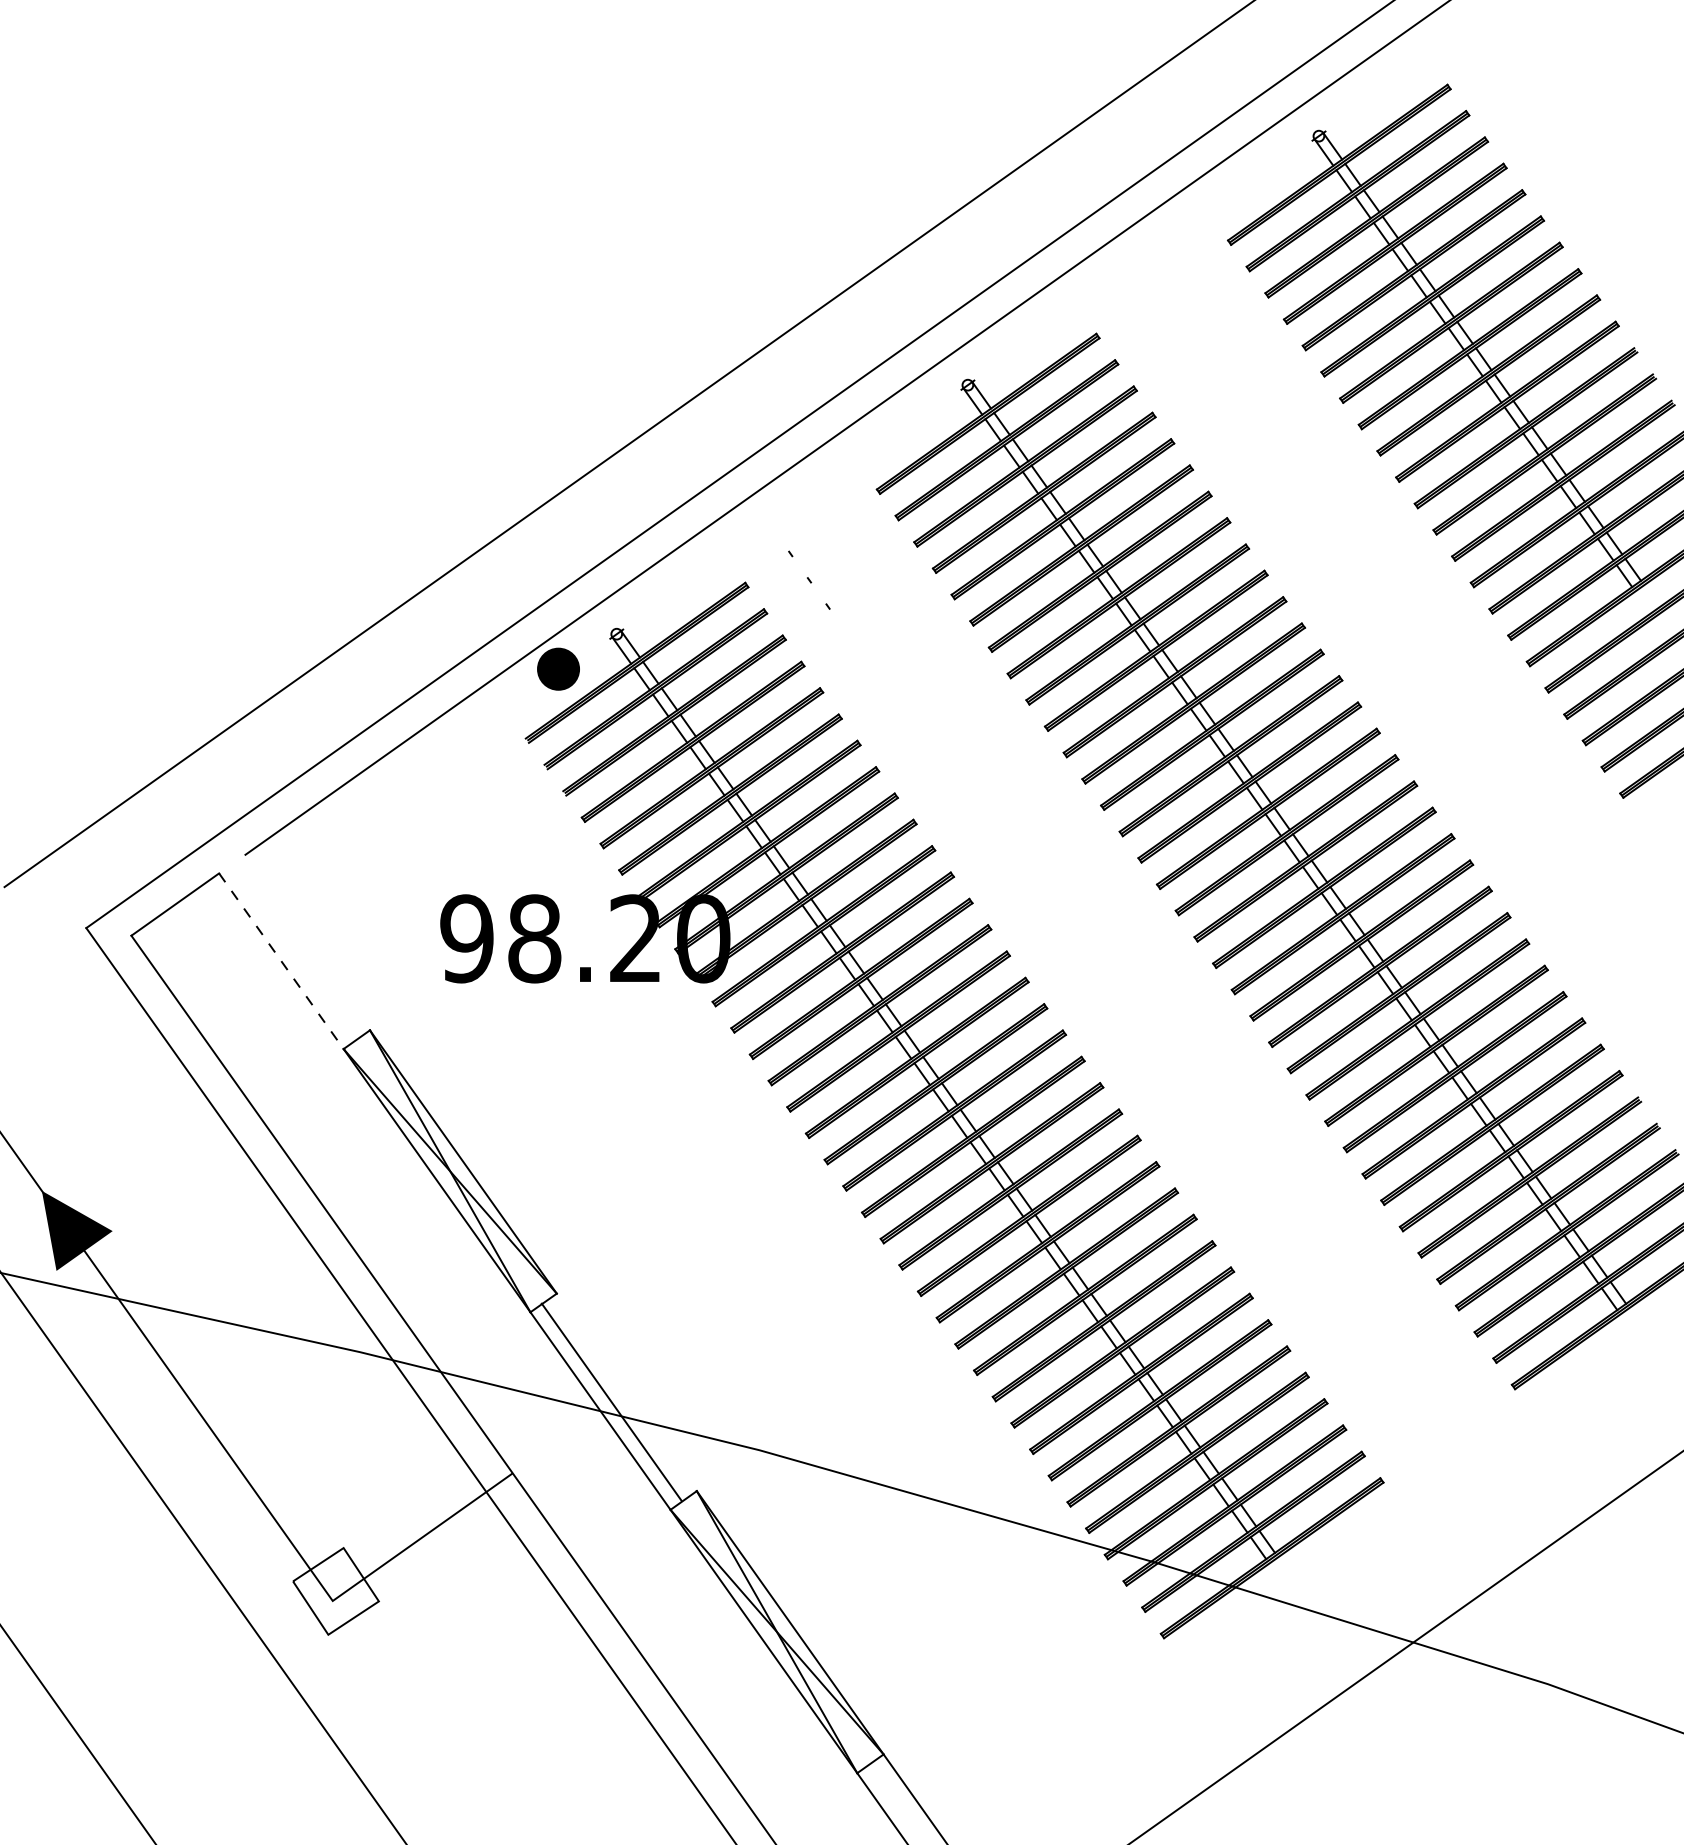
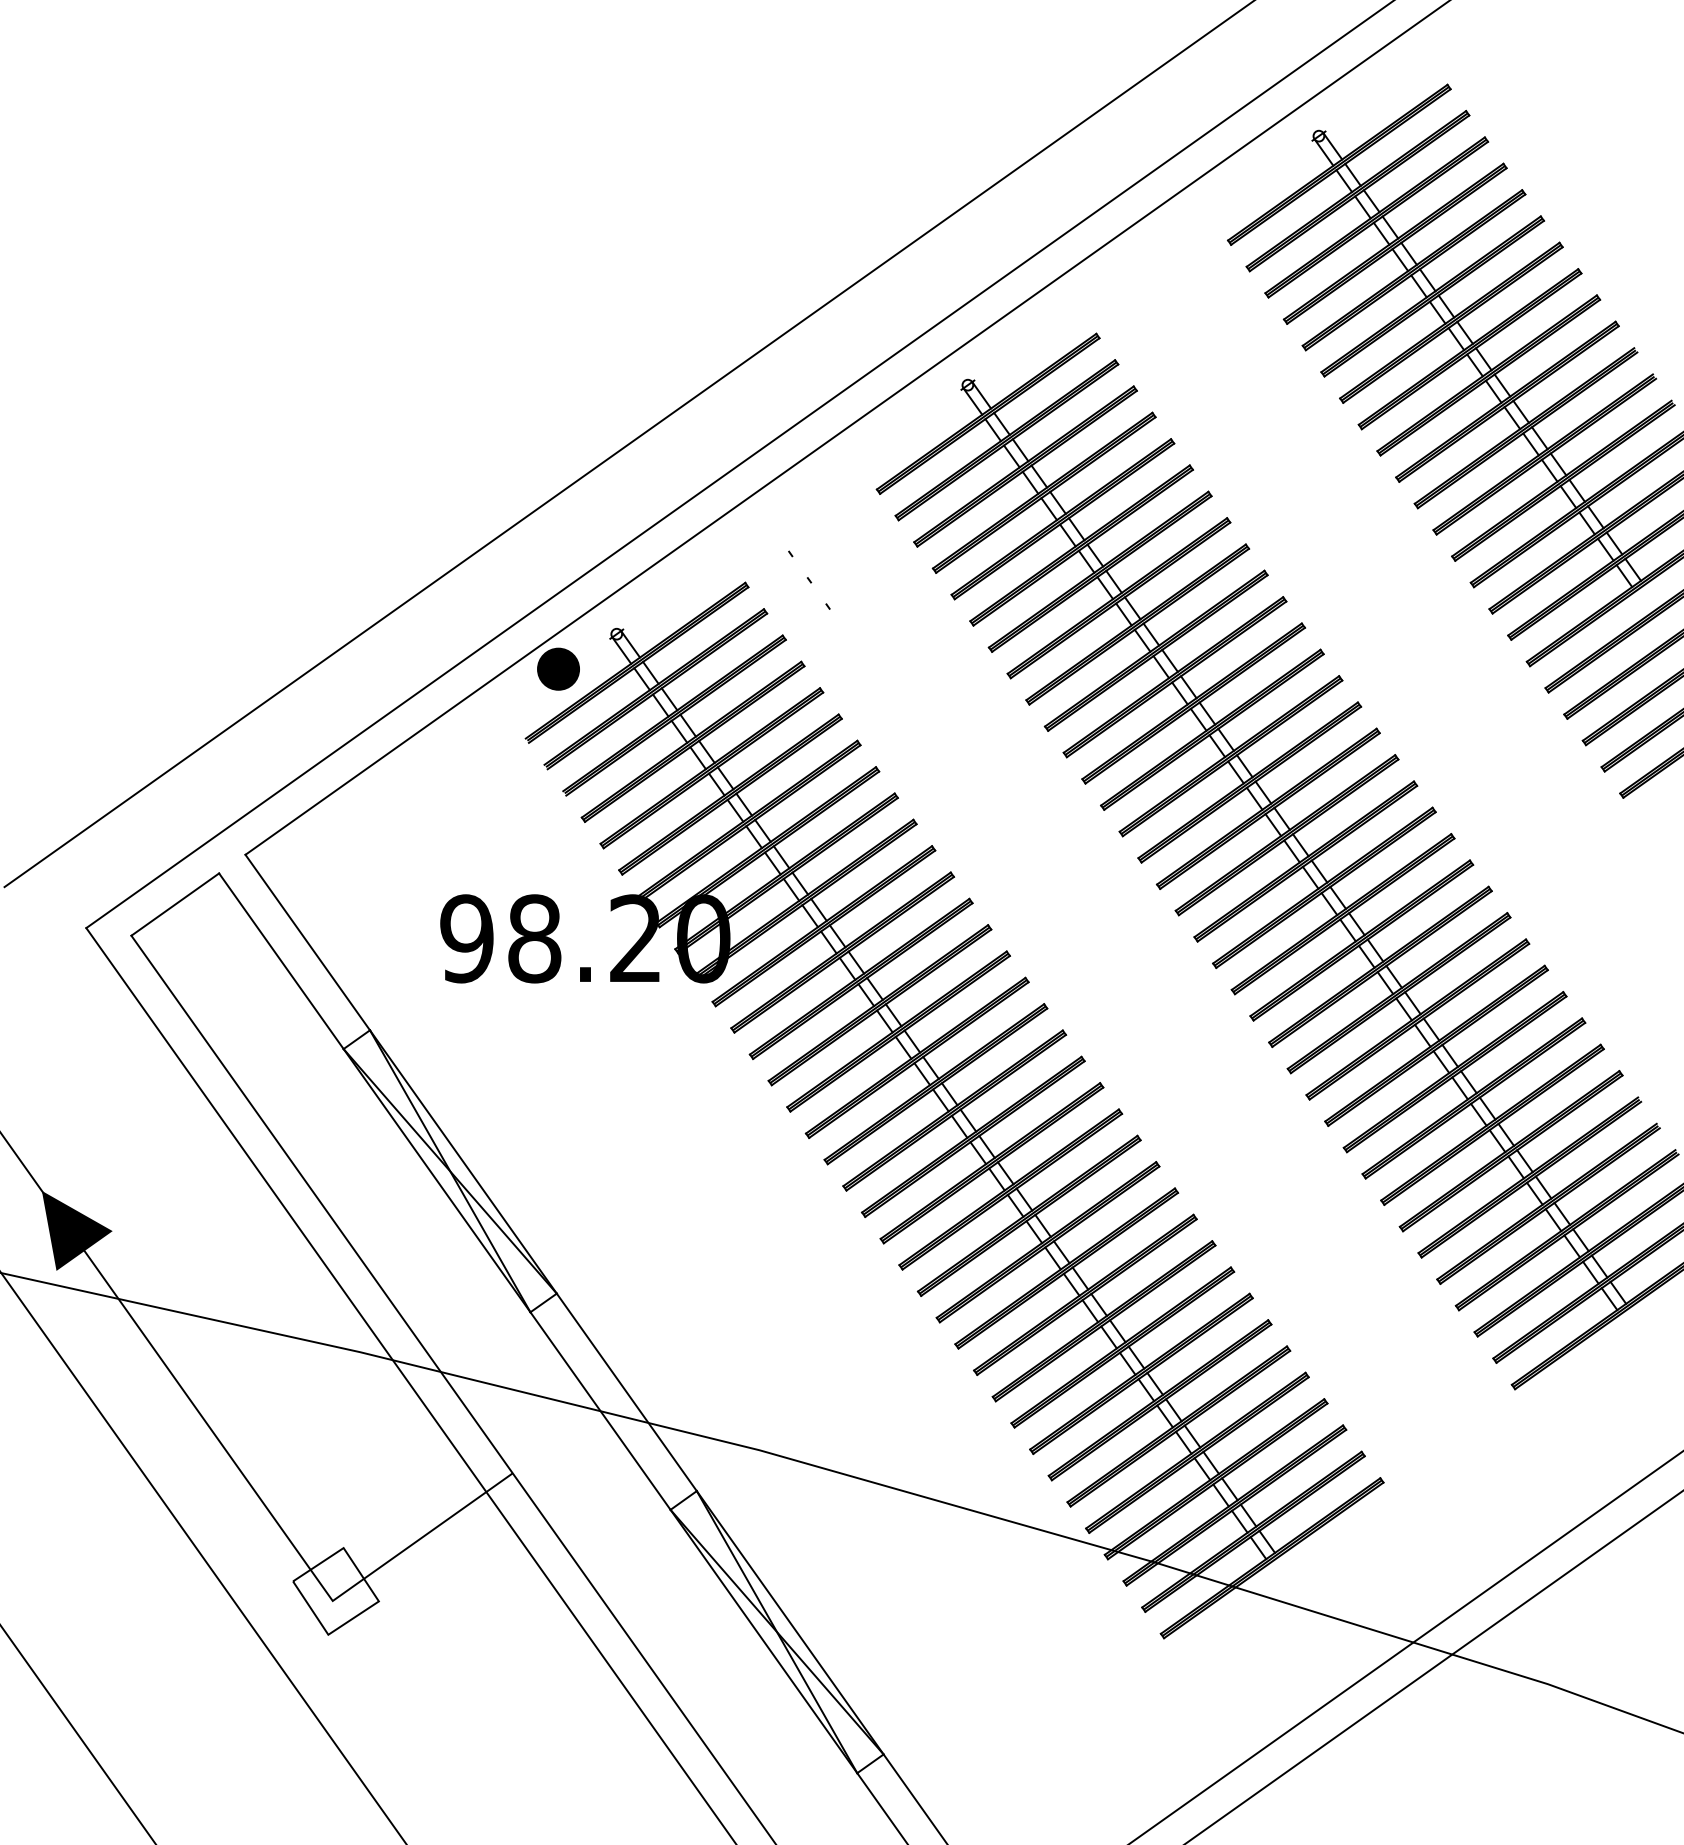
line at (307, 942): none -> present
line at (281, 961): dashed -> solid
line at (611, 1402) position: (611, 1402) -> (626, 1392)
line at (1434, 1666): none -> present
